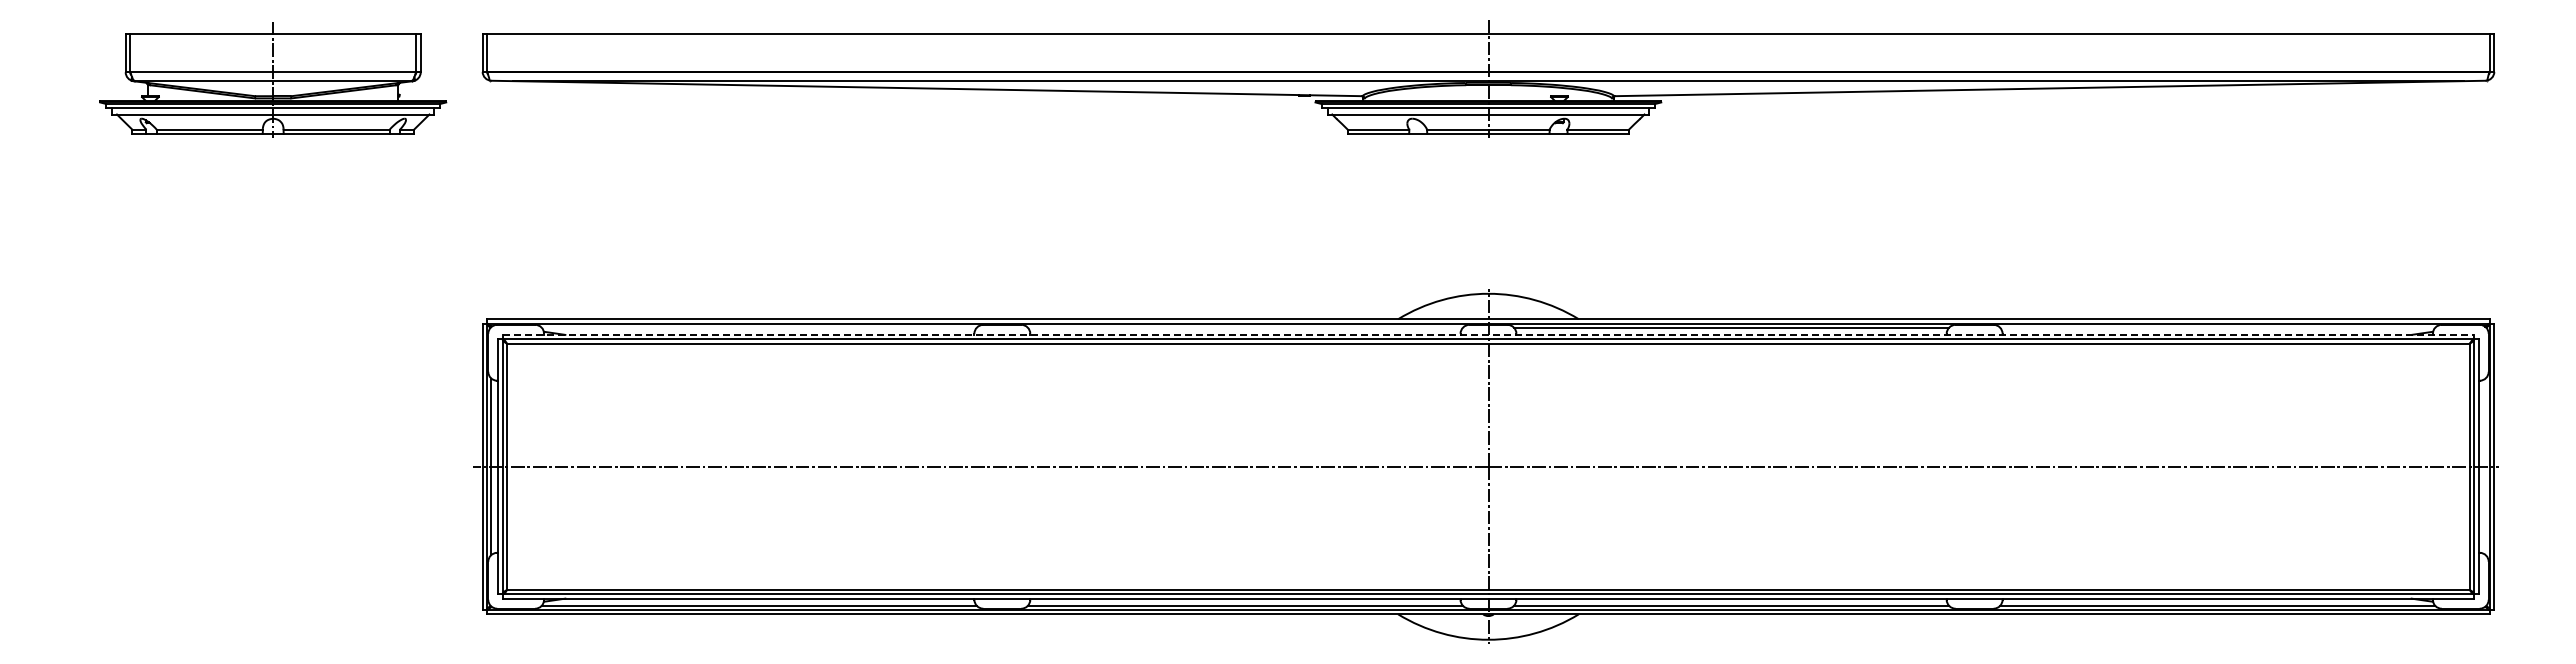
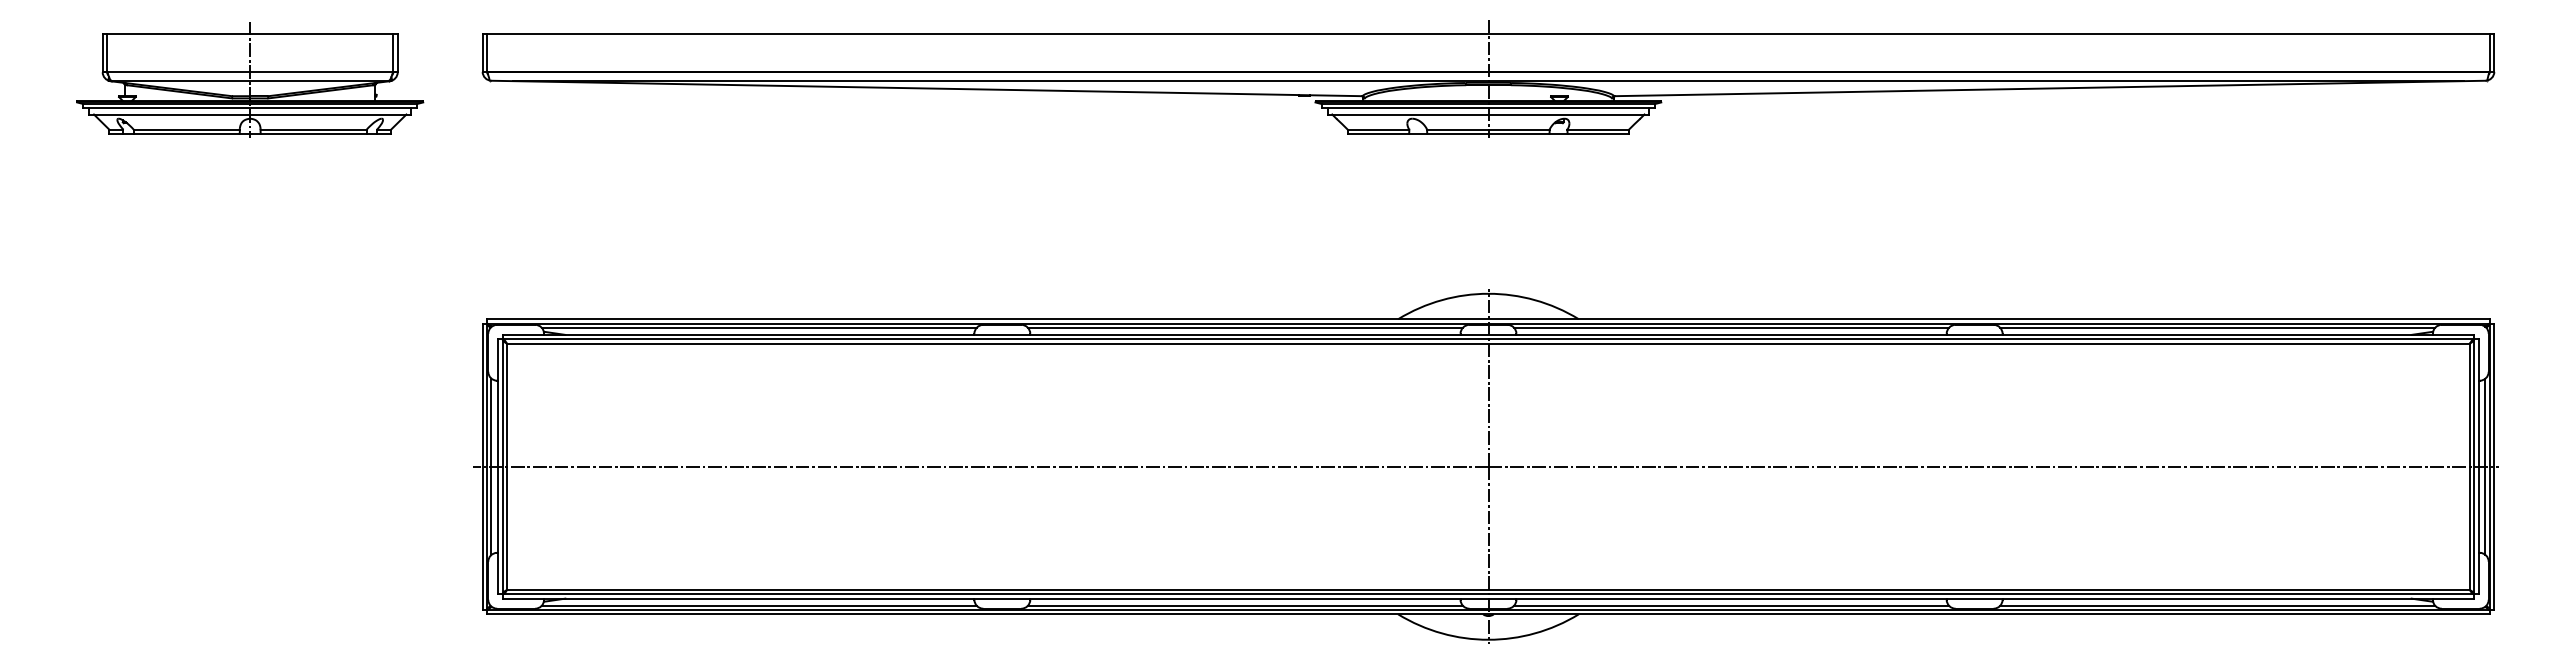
part at (273, 79) position: (273, 79) -> (250, 79)
line at (758, 327): none -> present
line at (1245, 327): none -> present
line at (2217, 327): none -> present
line at (1488, 334): dashed -> solid
line at (2485, 466): none -> present
